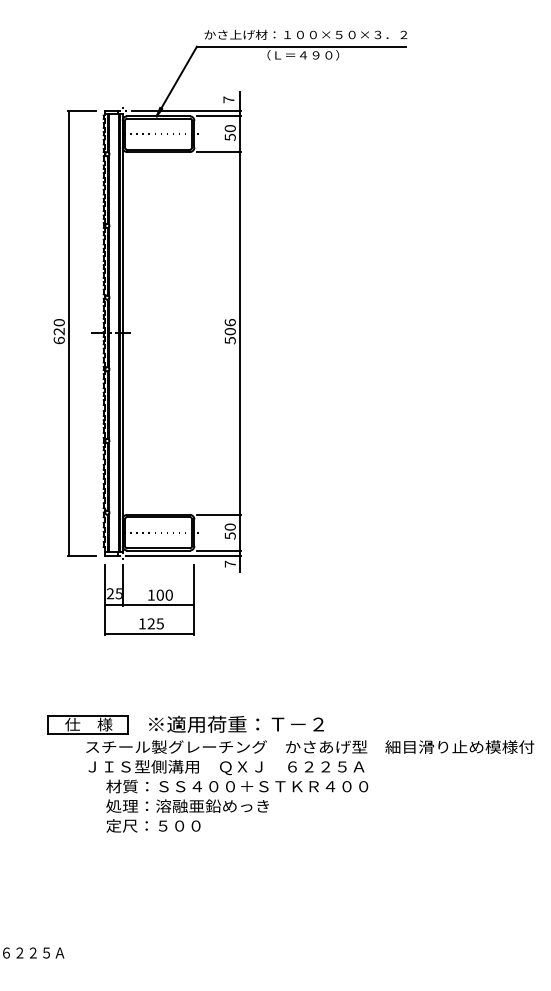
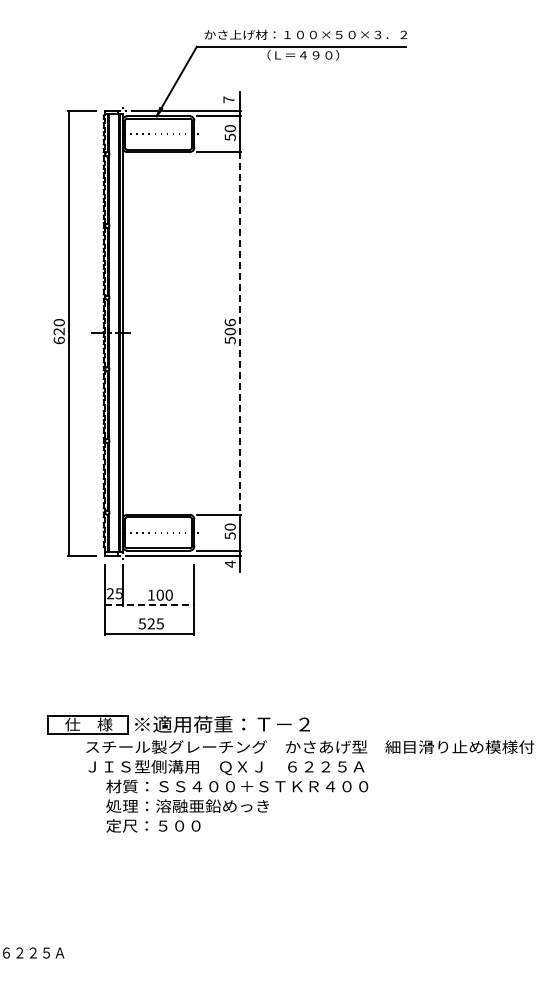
line at (239, 333): solid -> dashed
text at (229, 563): 7 -> 4
line at (149, 604): solid -> dashed
text at (141, 623): 125 -> 525
text at (236, 723) position: (236, 723) -> (222, 723)
